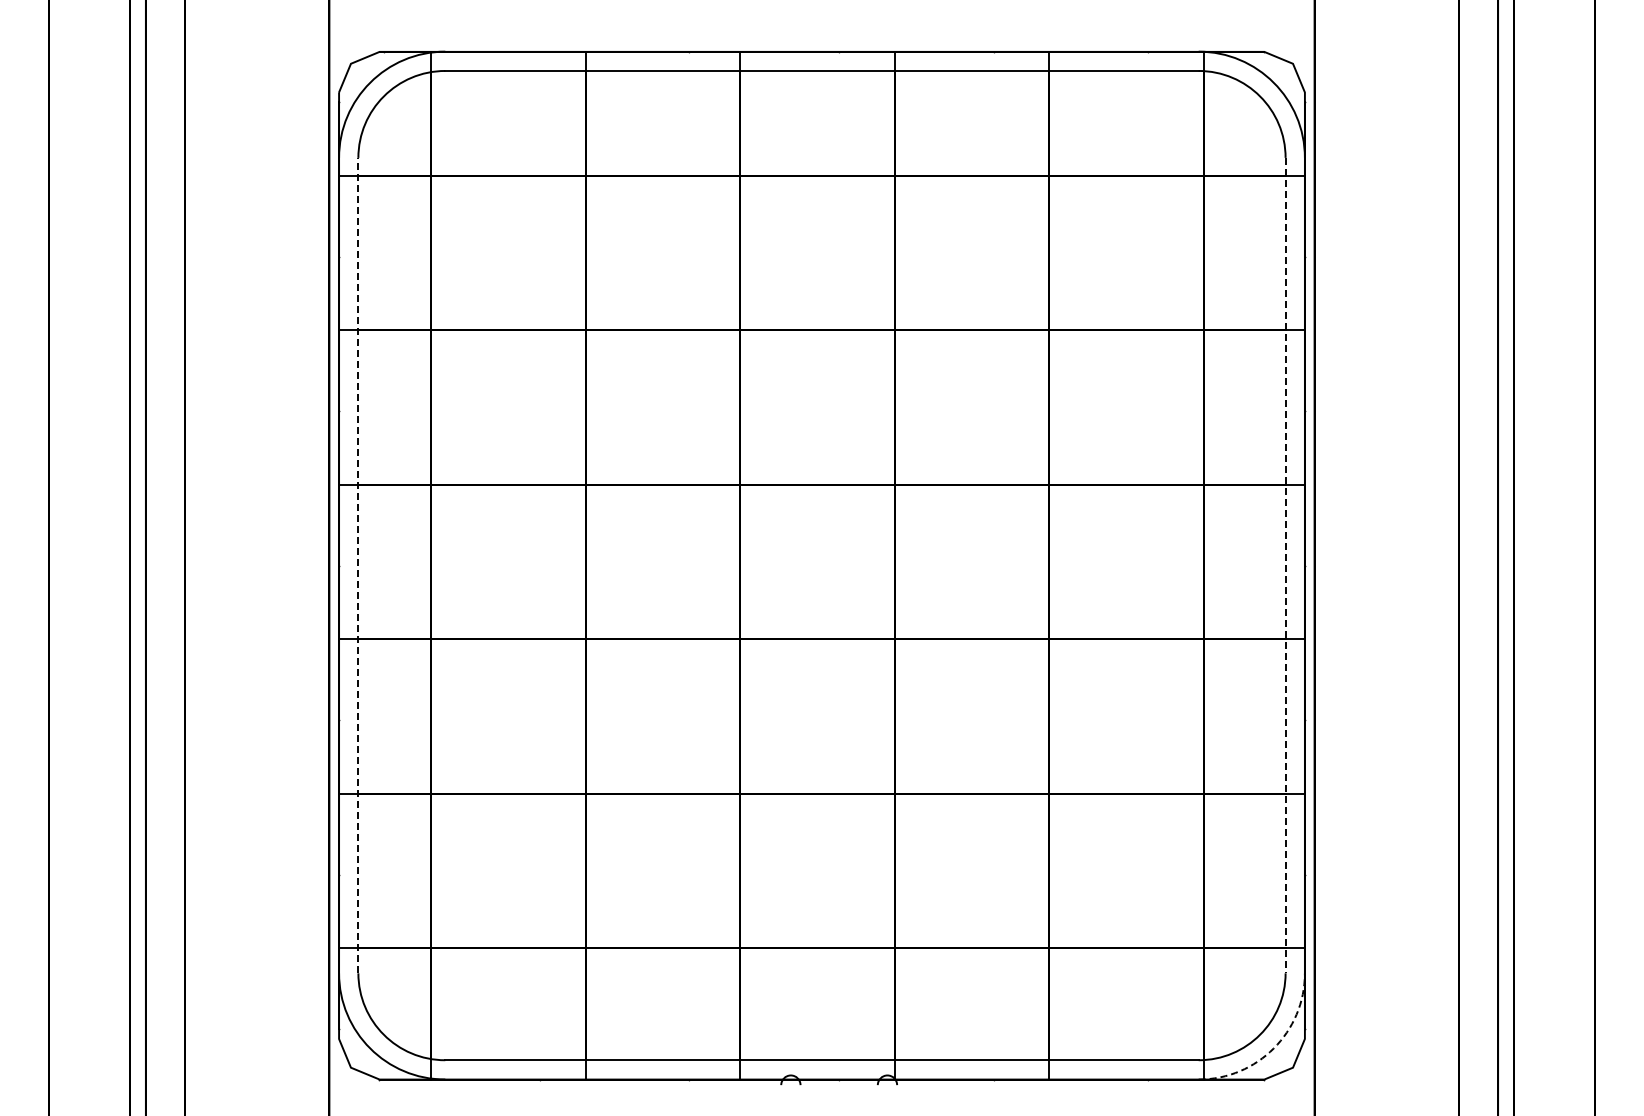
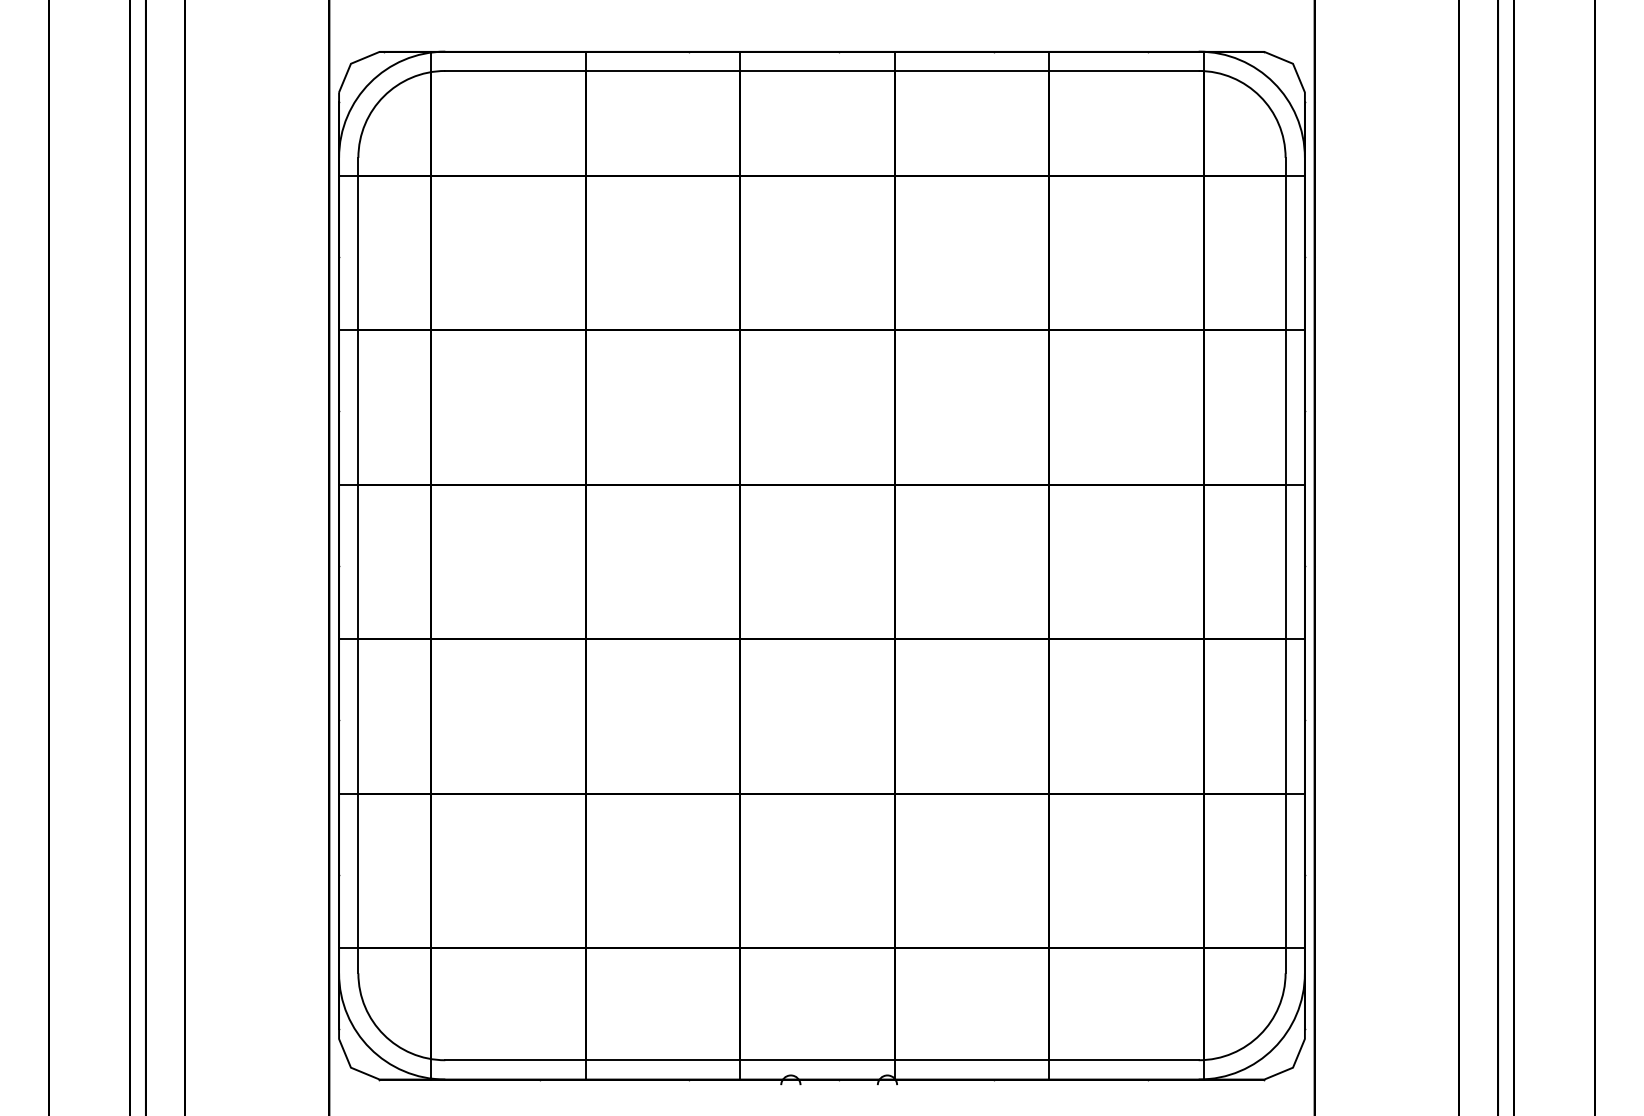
line at (358, 565): dashed -> solid
line at (1285, 565): dashed -> solid
arc at (1273, 1048): dashed -> solid
